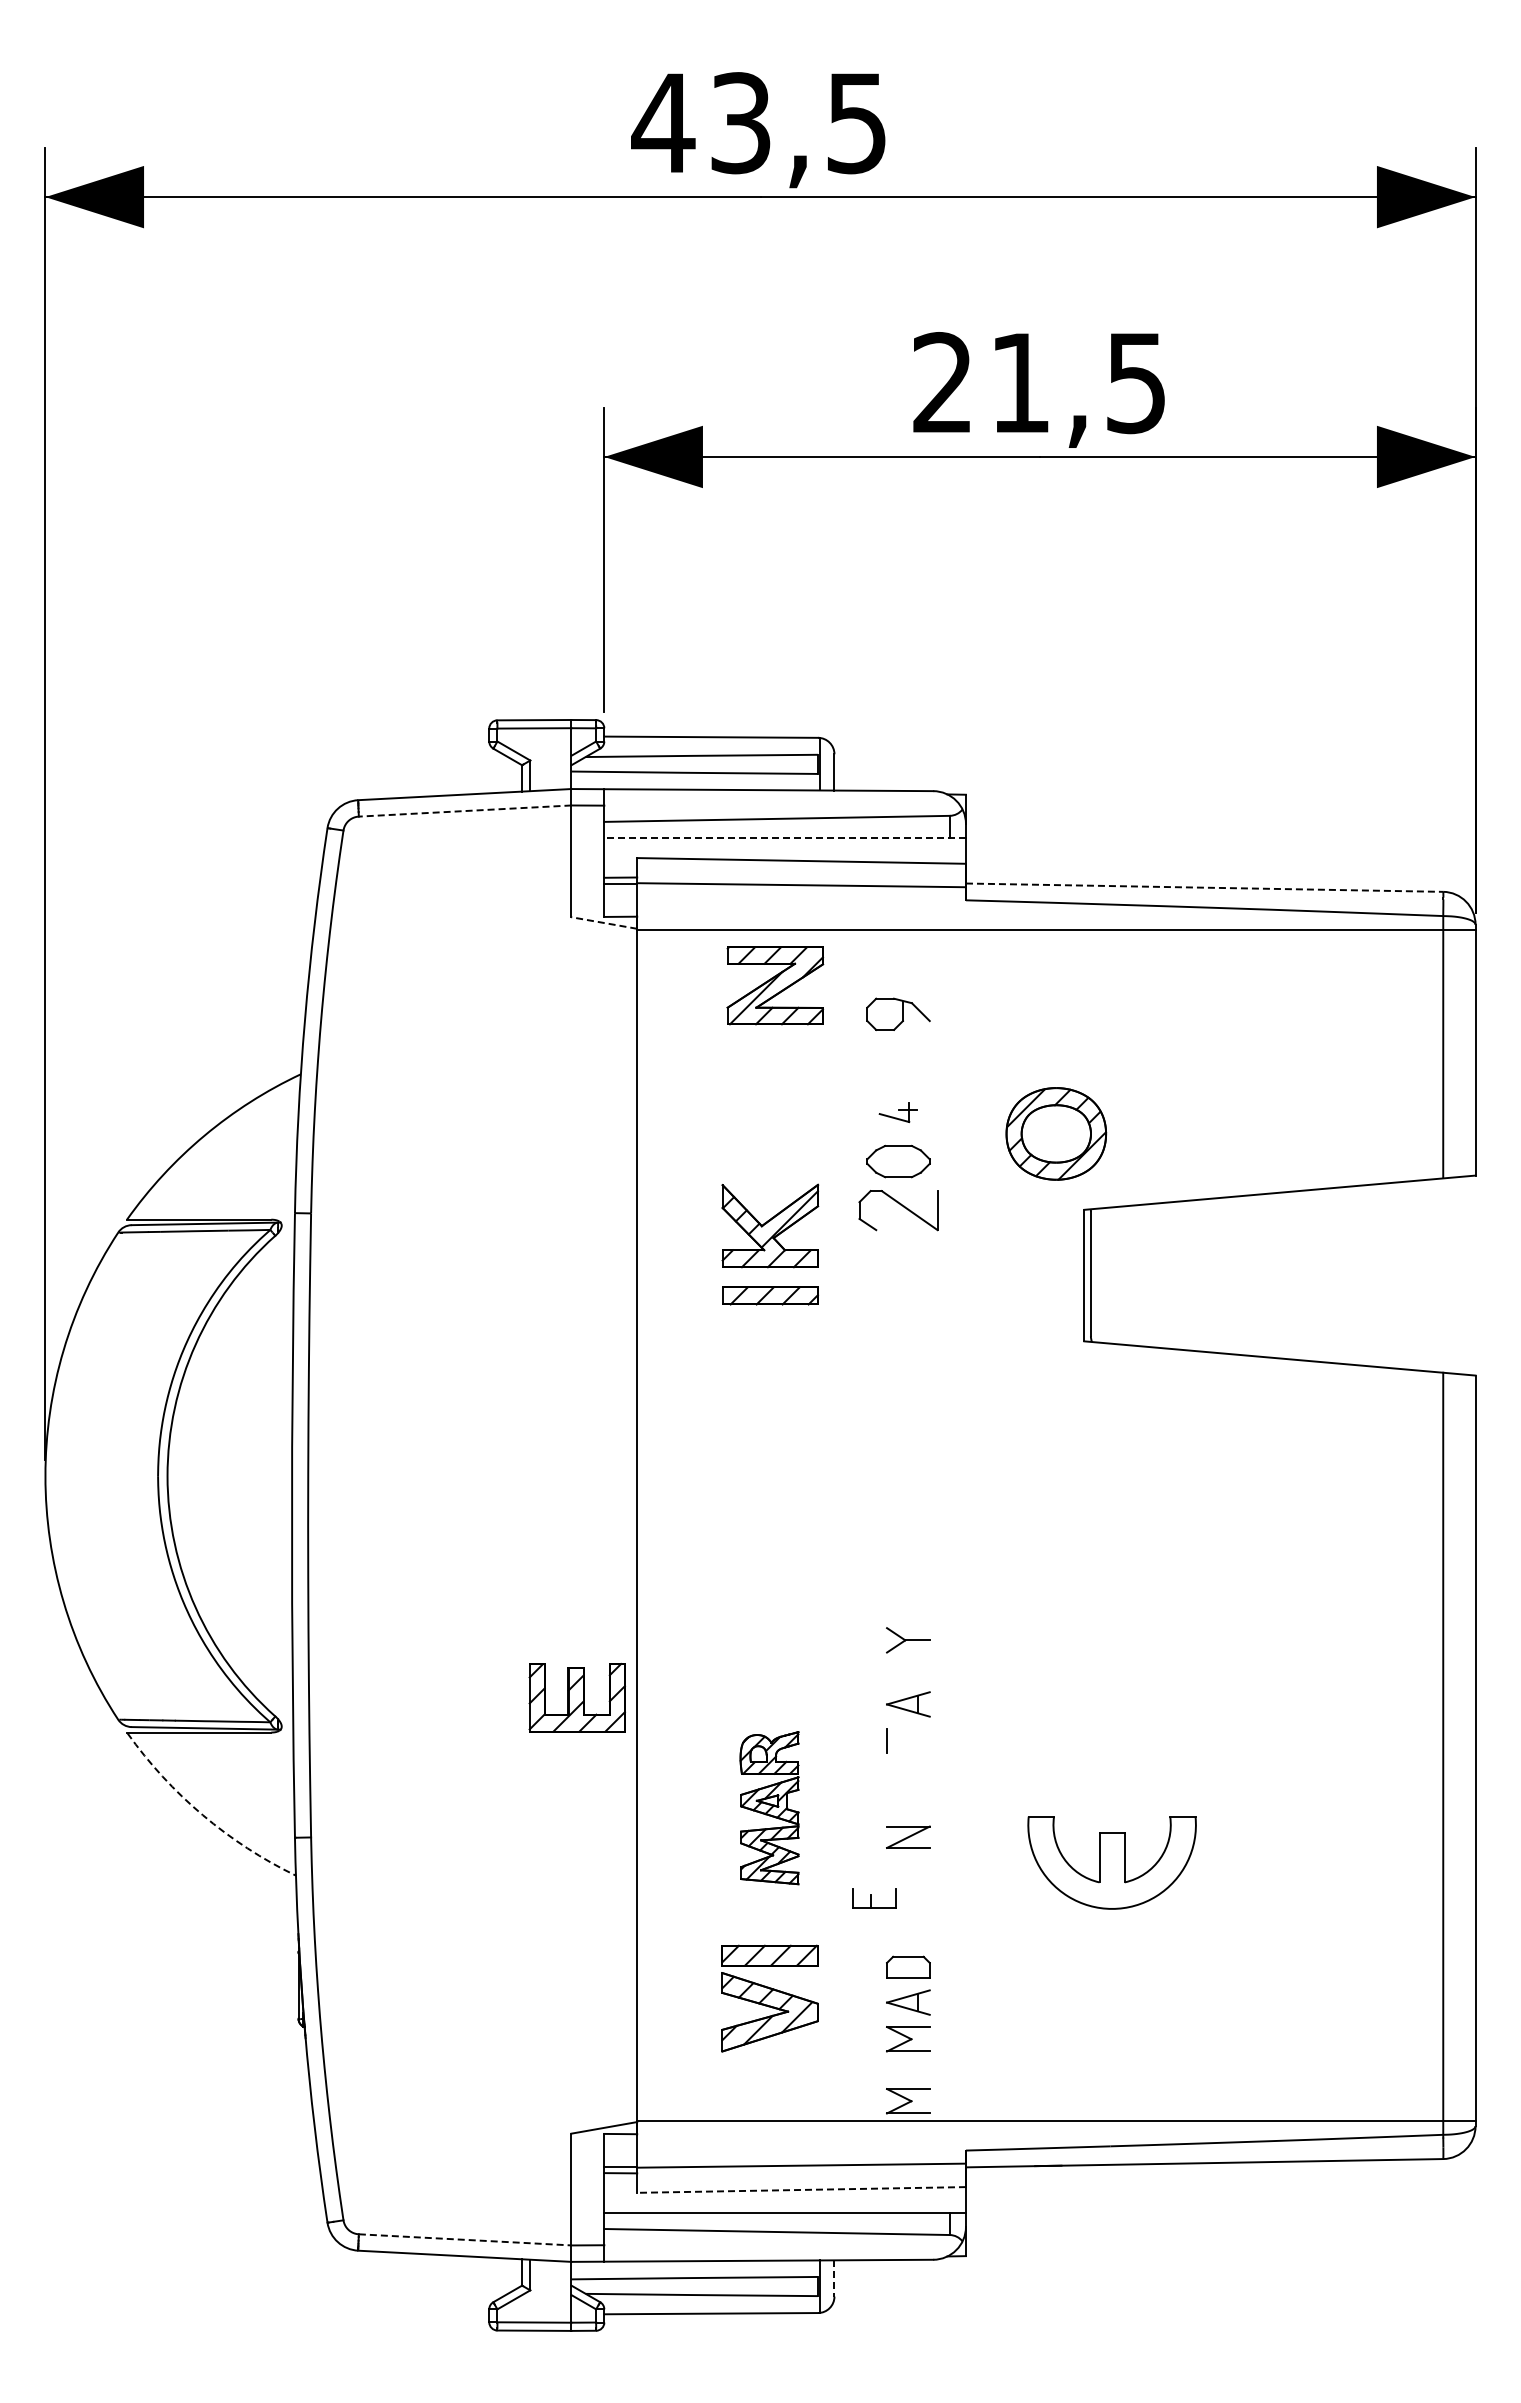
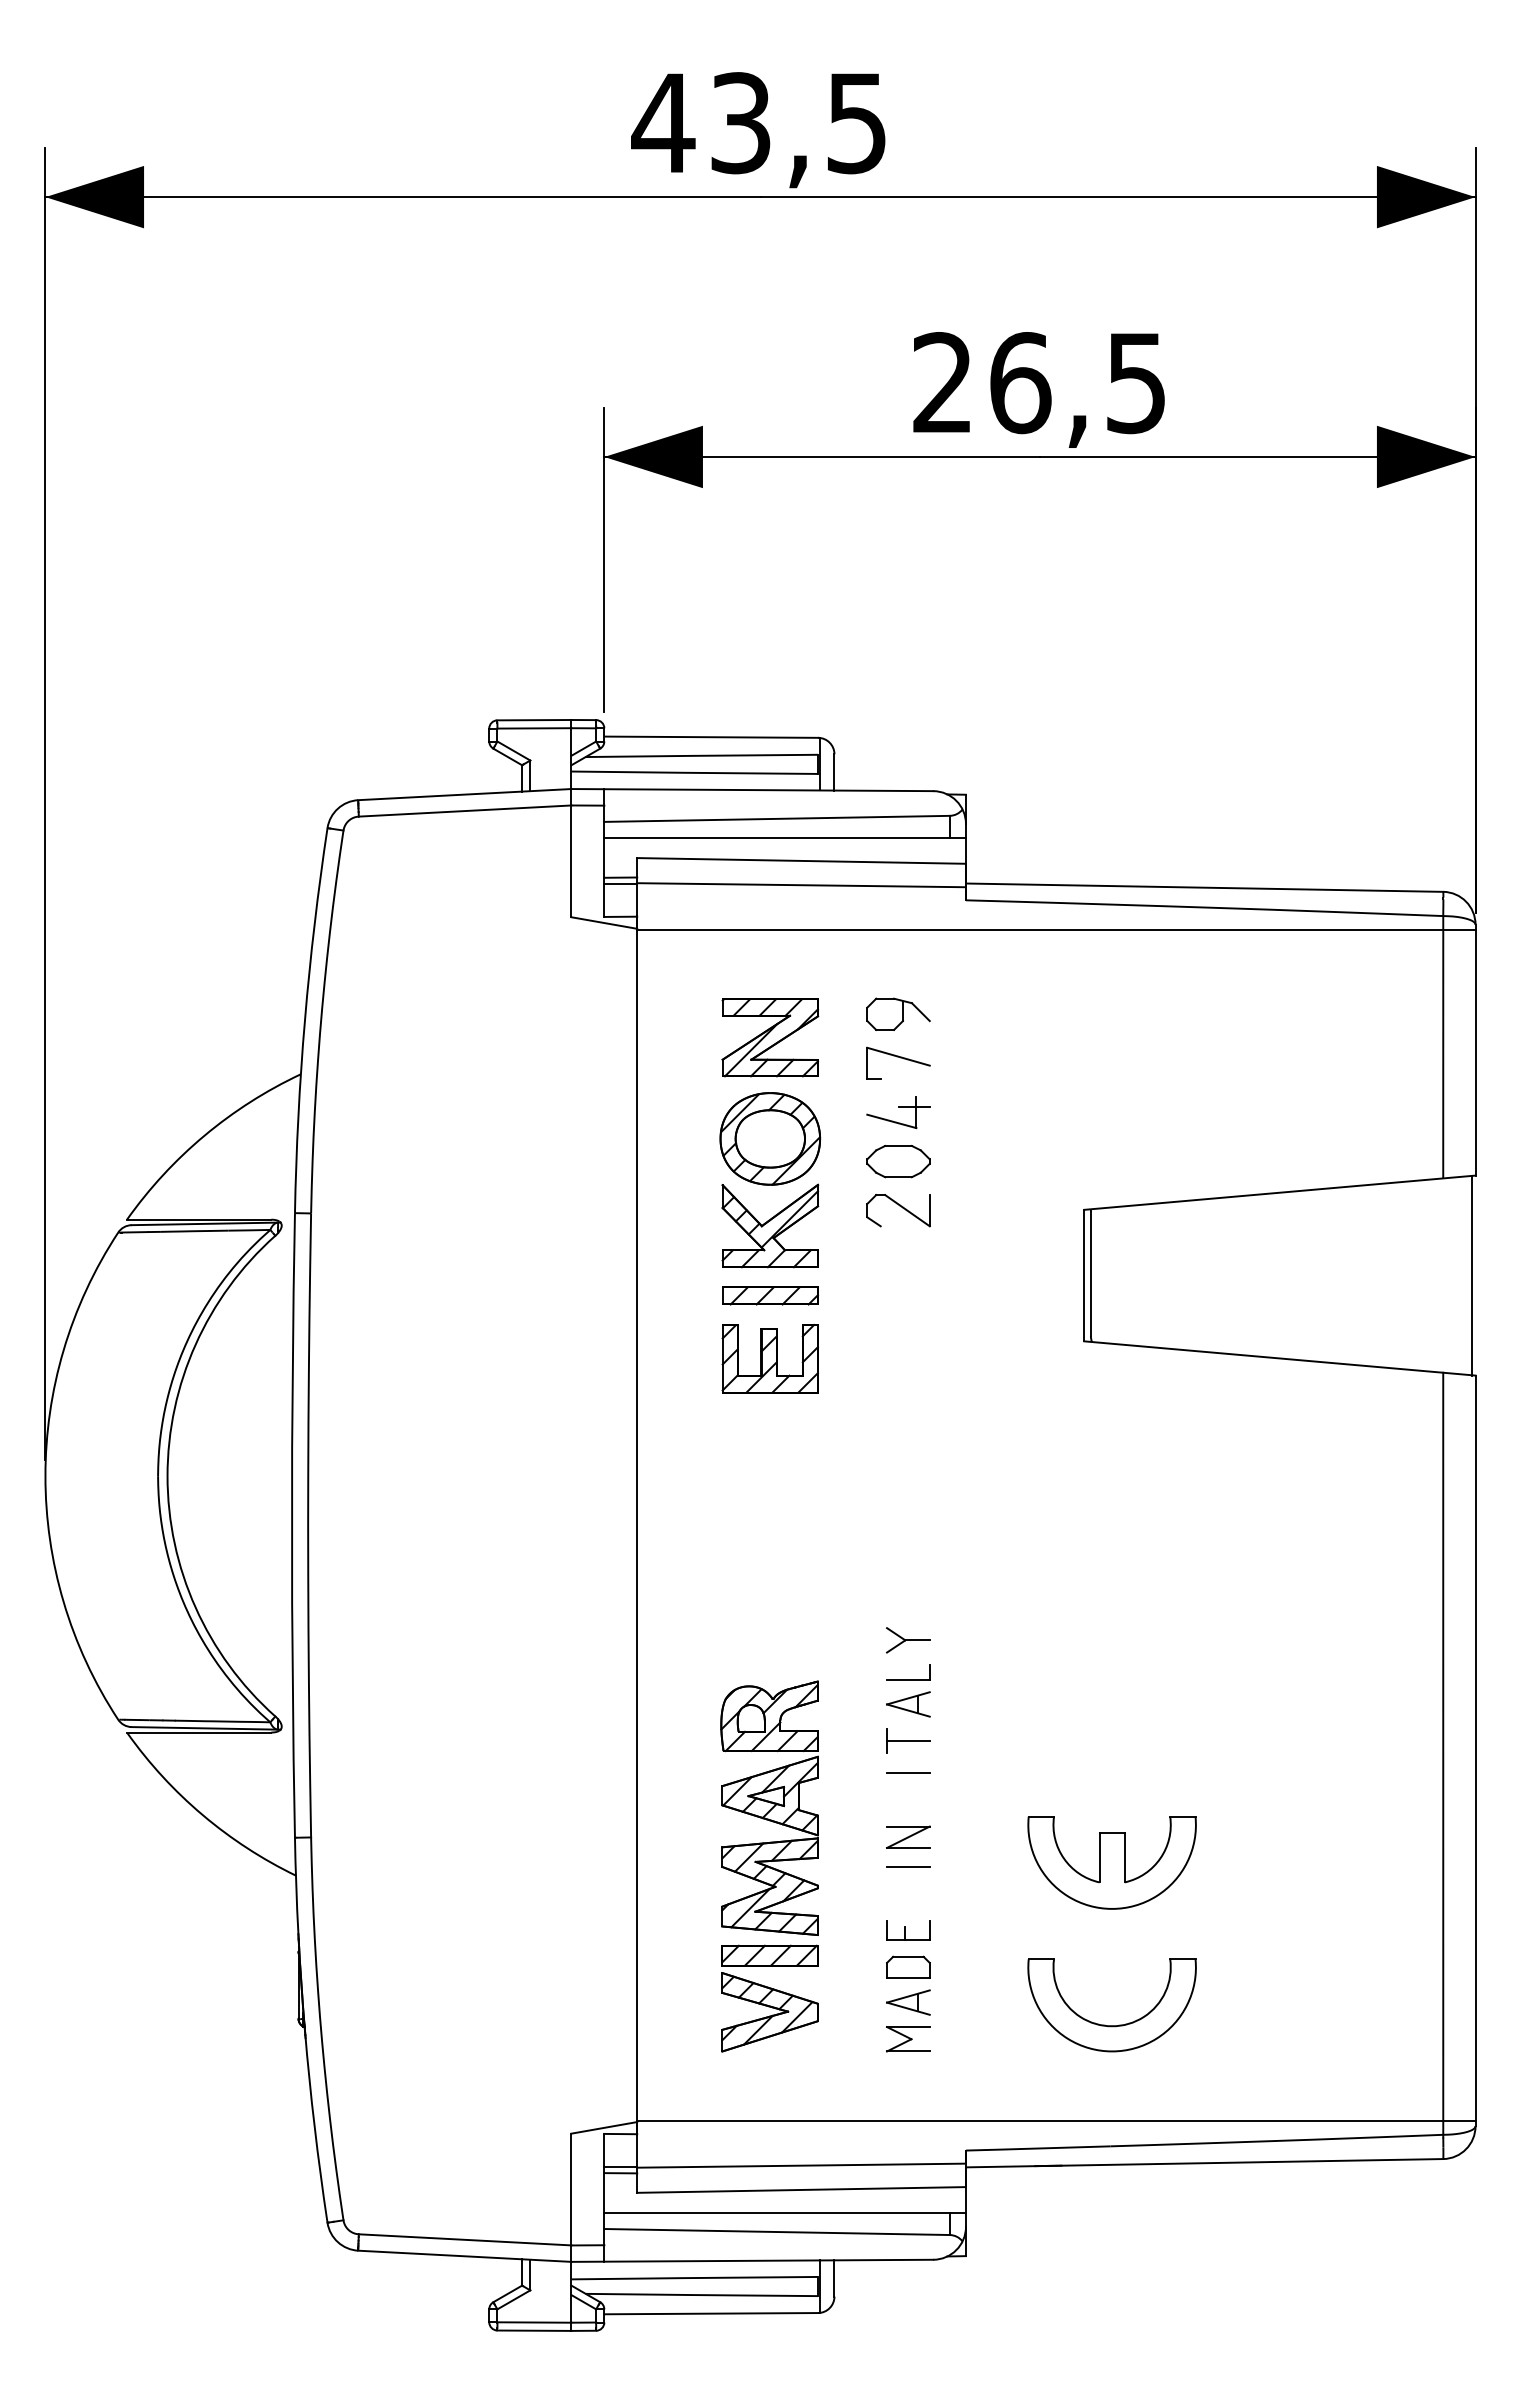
text at (1020, 383): 21,5 -> 26,5
line at (464, 811): dashed -> solid
line at (785, 838): dashed -> solid
line at (1204, 887): dashed -> solid
line at (603, 922): dashed -> solid
part at (775, 985) position: (775, 985) -> (770, 1037)
part at (898, 1062): none -> present
part at (897, 1112) size: 40x22 px -> 65x34 px
part at (1056, 1133) position: (1056, 1133) -> (770, 1138)
part at (898, 1210) size: 81x42 px -> 65x34 px
line at (1472, 1275): none -> present
part at (908, 1679): none -> present
part at (576, 1697) position: (576, 1697) -> (769, 1358)
line at (908, 1741): none -> present
line at (908, 1772): none -> present
part at (769, 1808) size: 61x155 px -> 99x256 px
arc at (202, 1815): dashed -> solid
line at (908, 1867): none -> present
part at (874, 1898) position: (874, 1898) -> (908, 1930)
part at (1105, 2024): none -> present
part at (908, 2101): present -> none
line at (801, 2189): dashed -> solid
line at (465, 2239): dashed -> solid
line at (834, 2278): dashed -> solid
